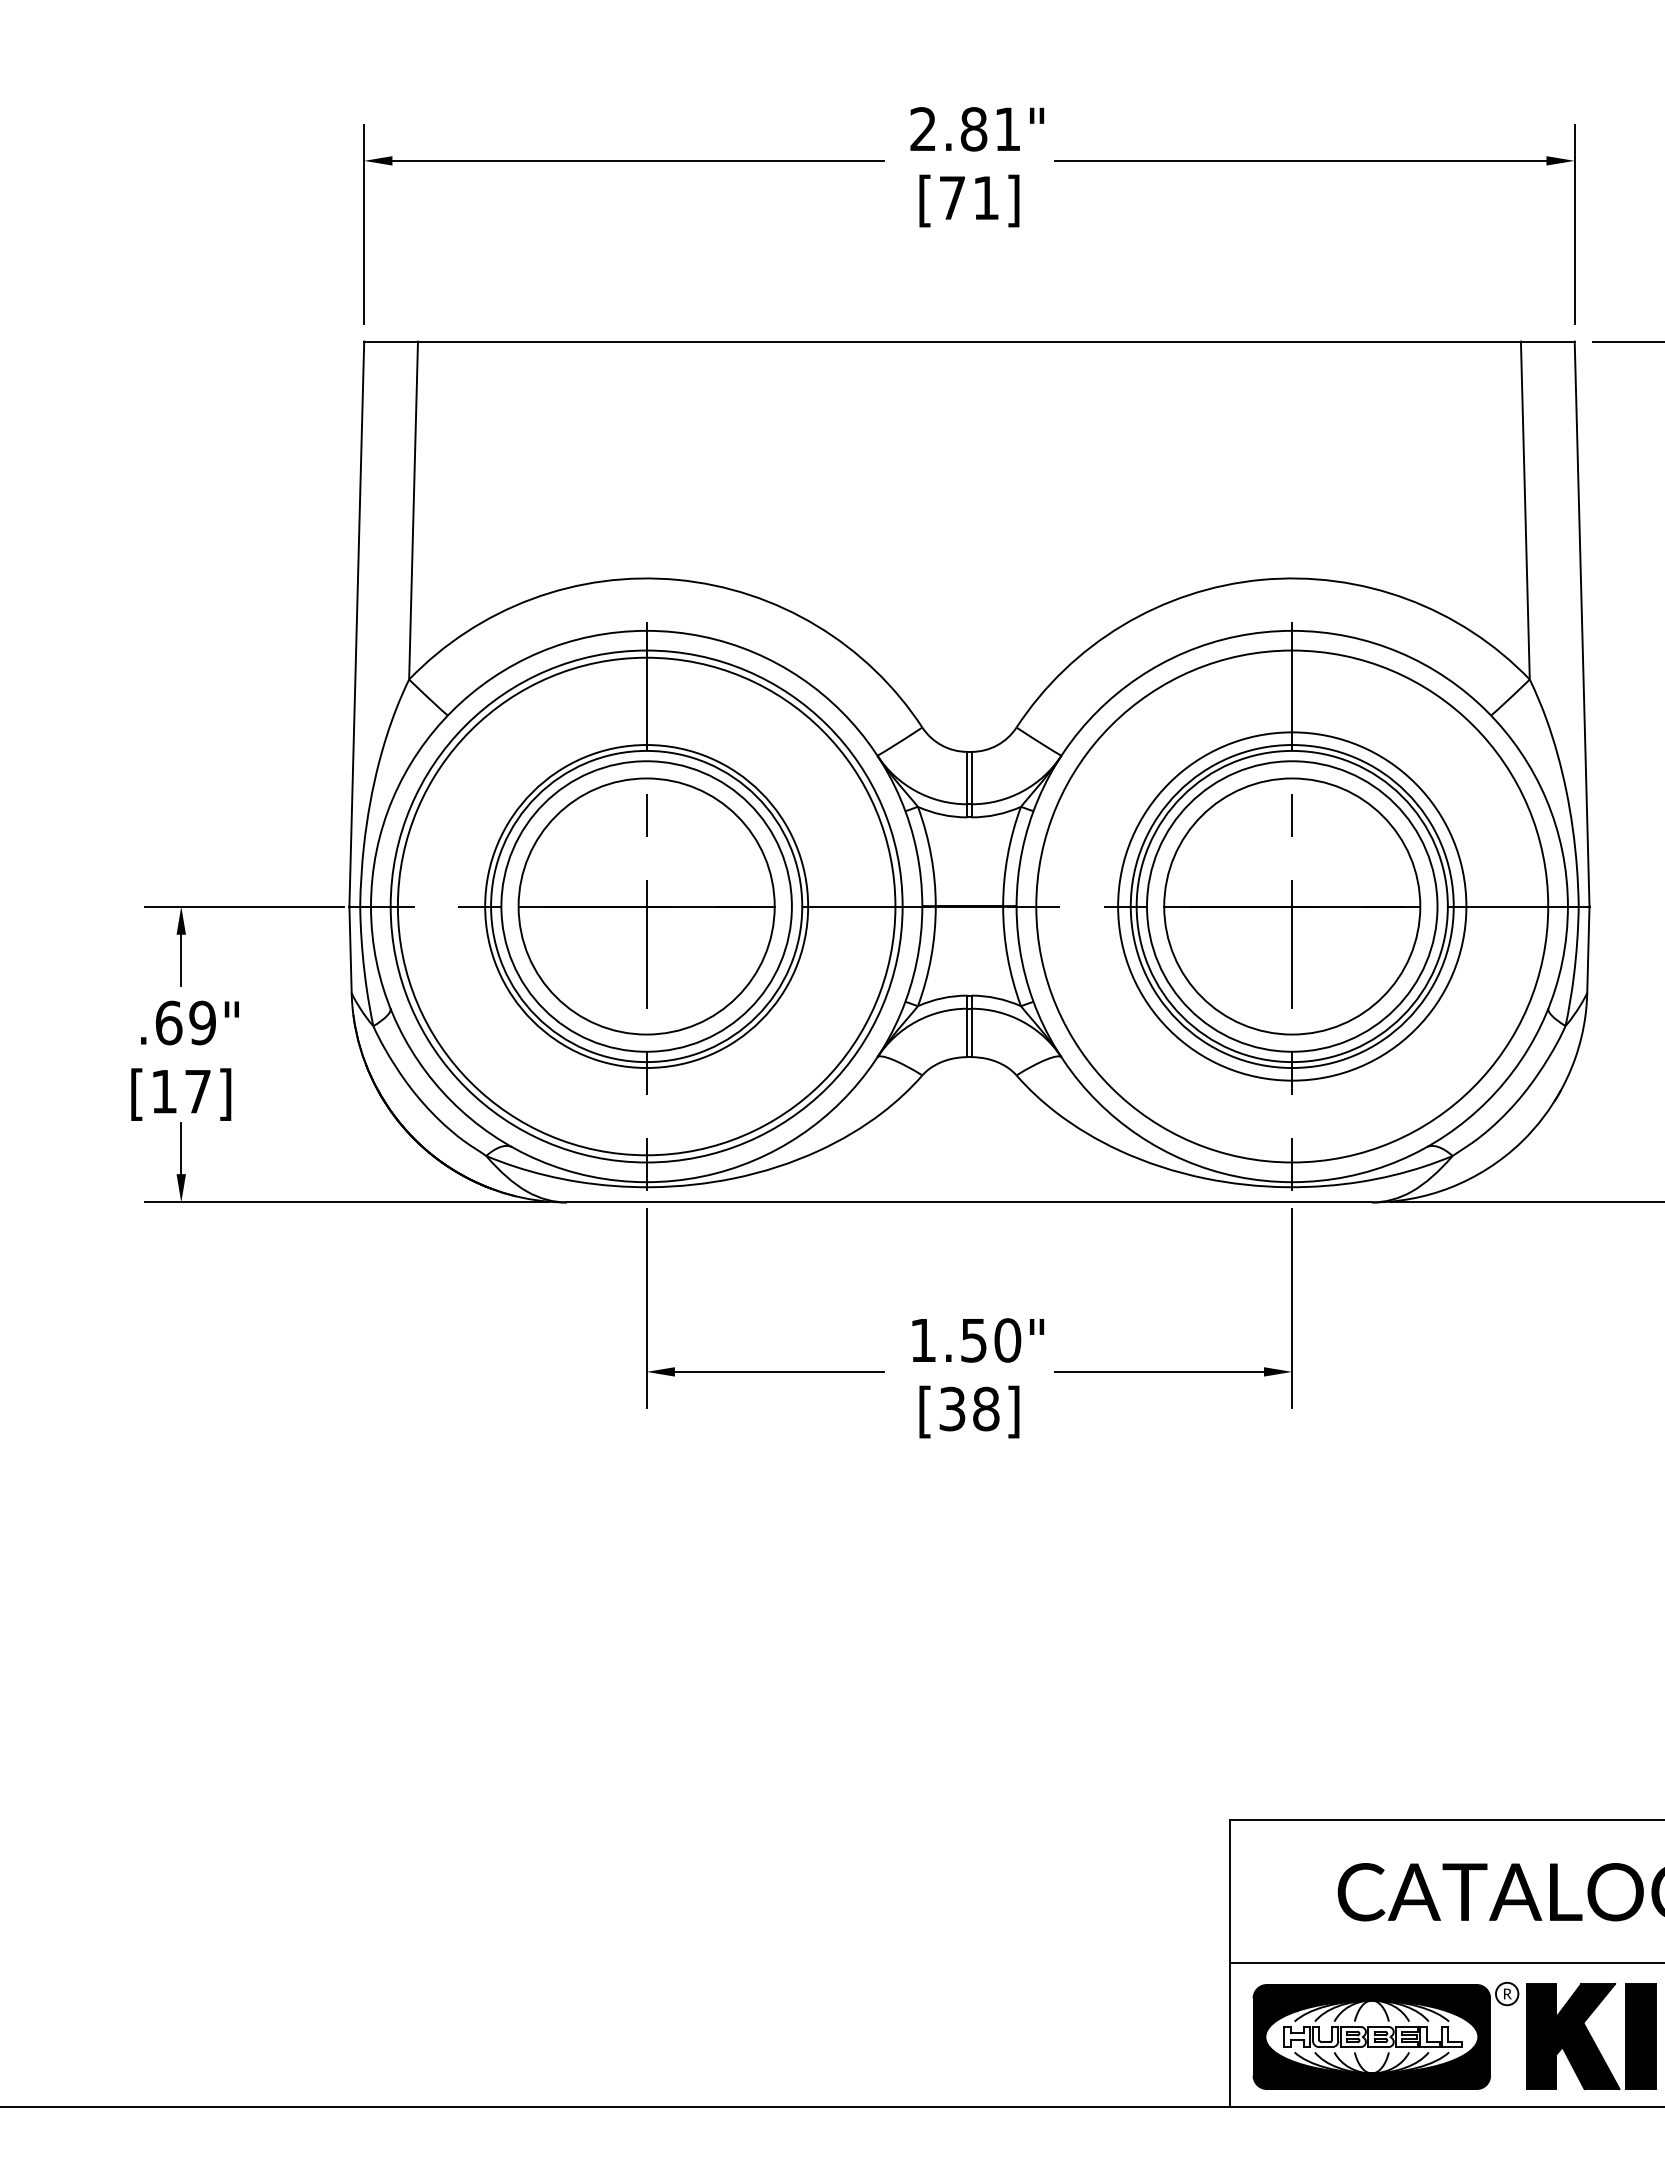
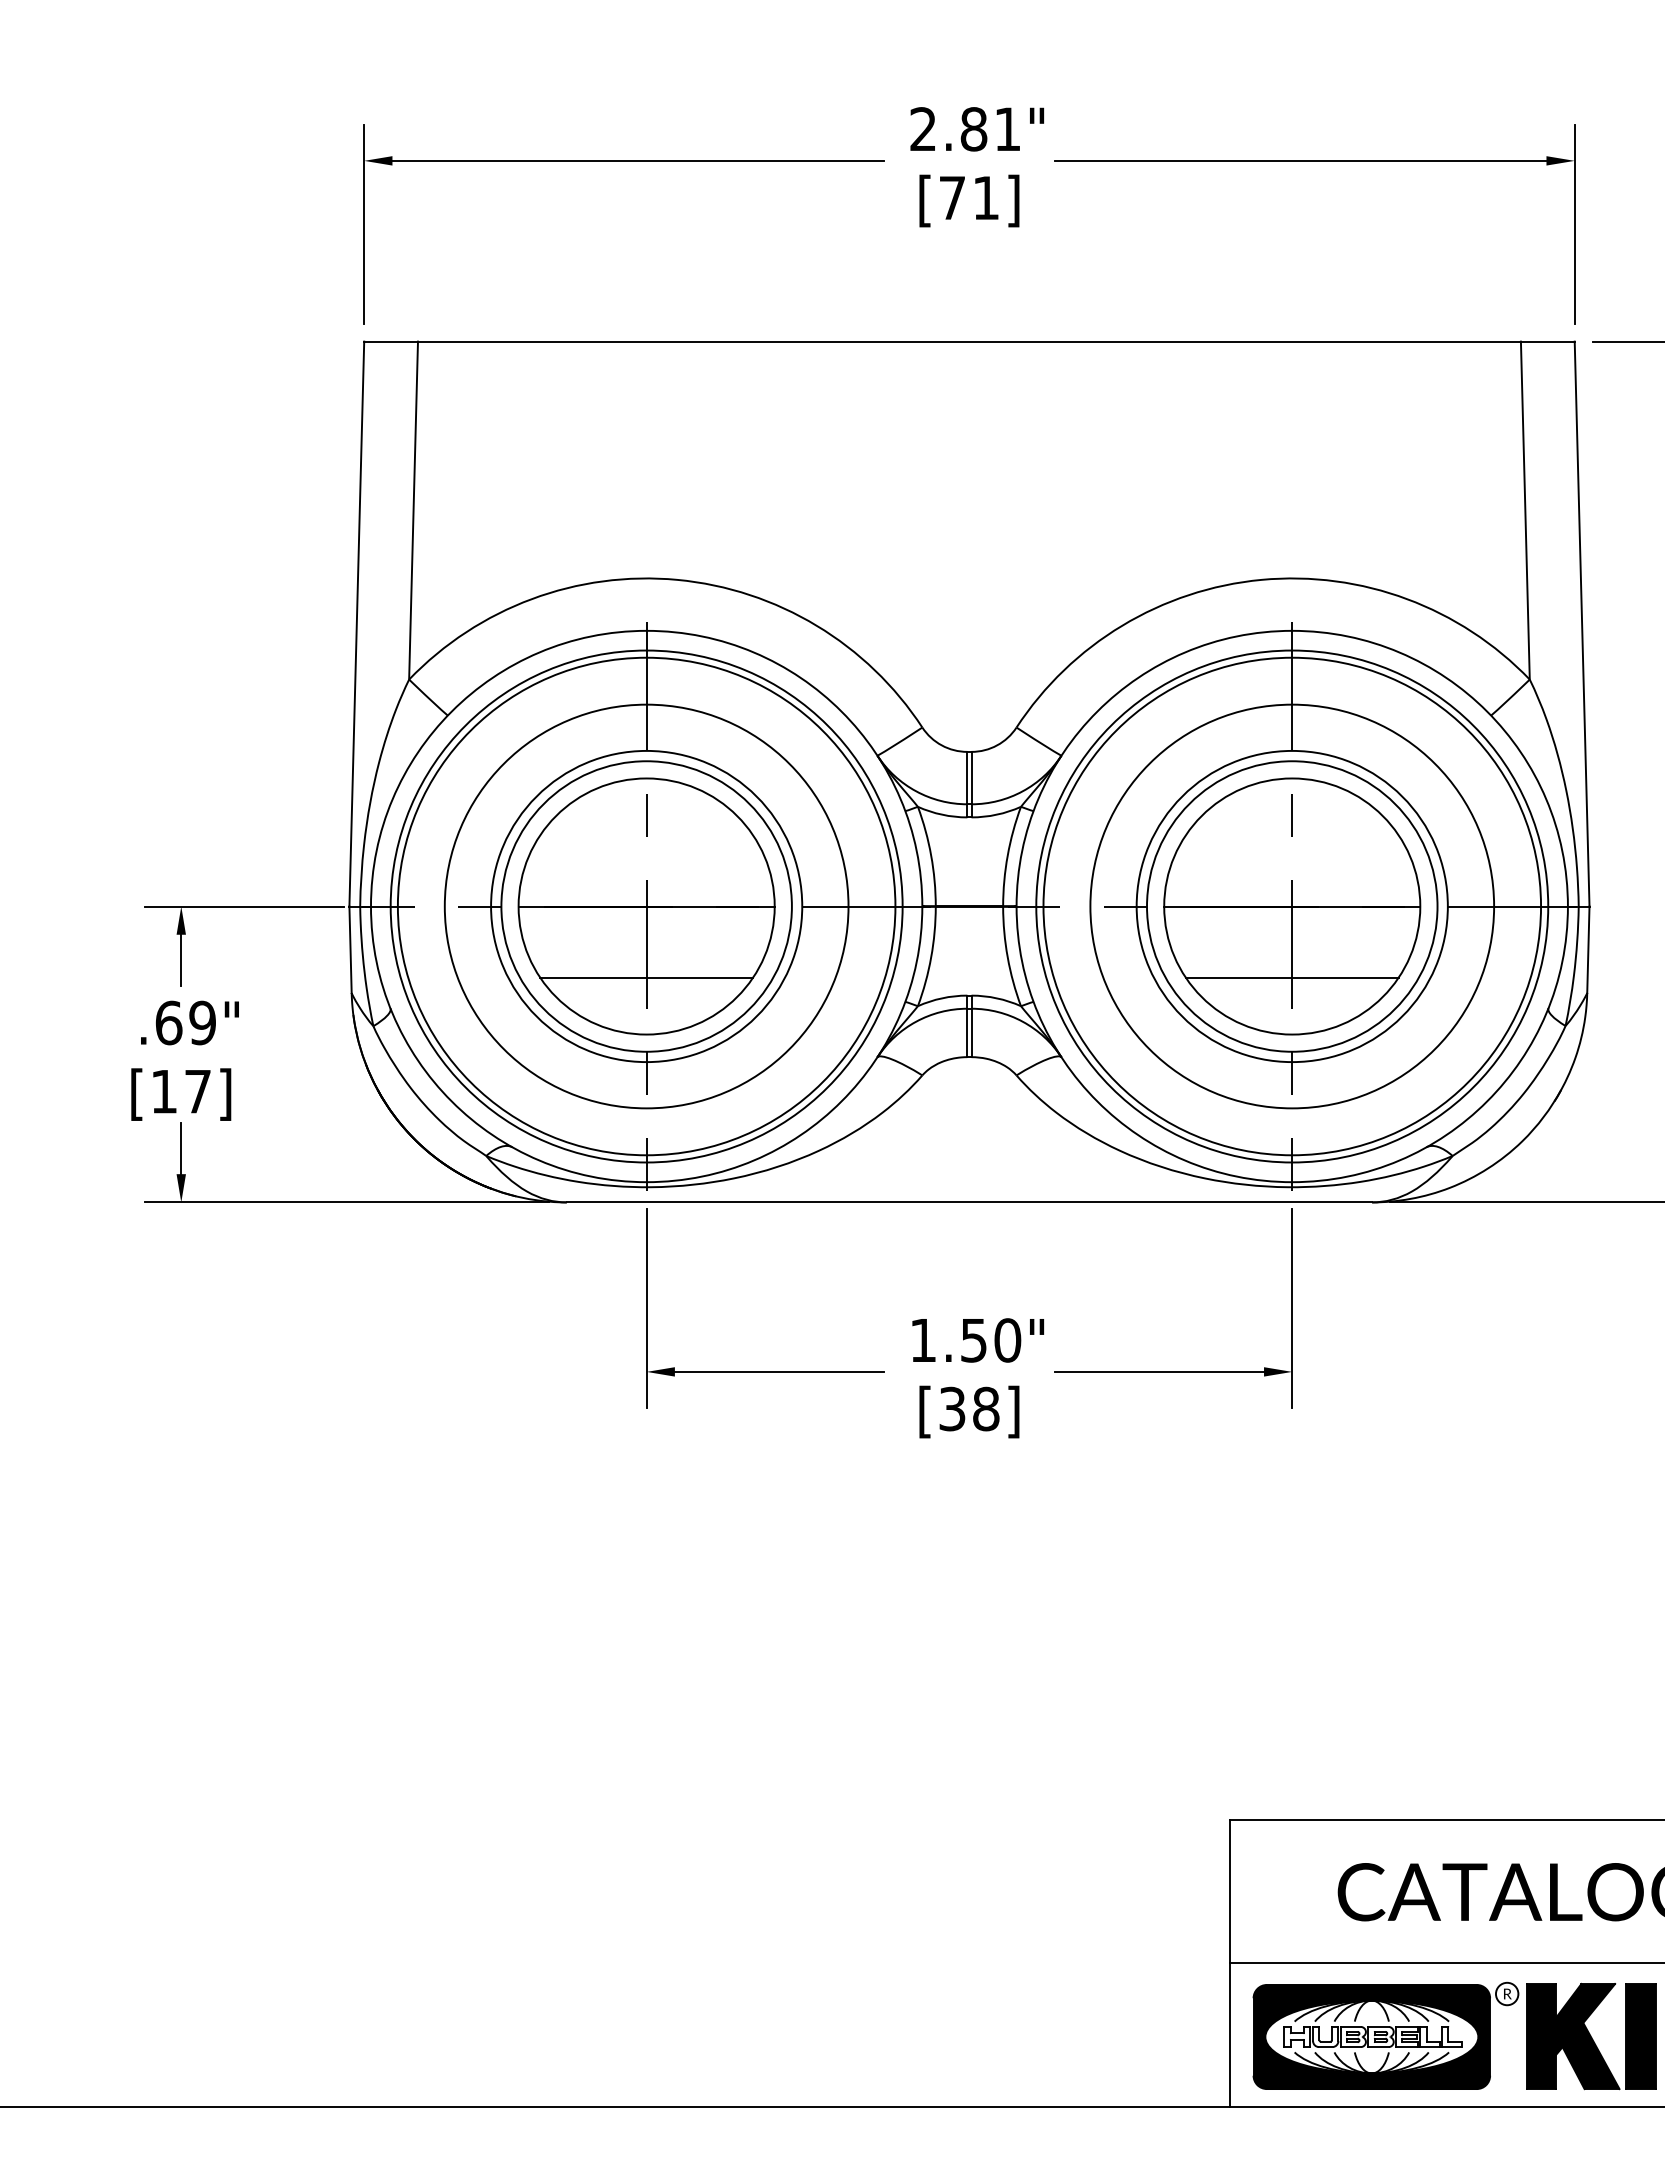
circle at (646, 906) diameter: 323 px -> 404 px
circle at (1291, 906) diameter: 323 px -> 404 px
circle at (1292, 906) diameter: 348 px -> 498 px
line at (646, 977): none -> present
line at (1292, 977): none -> present
